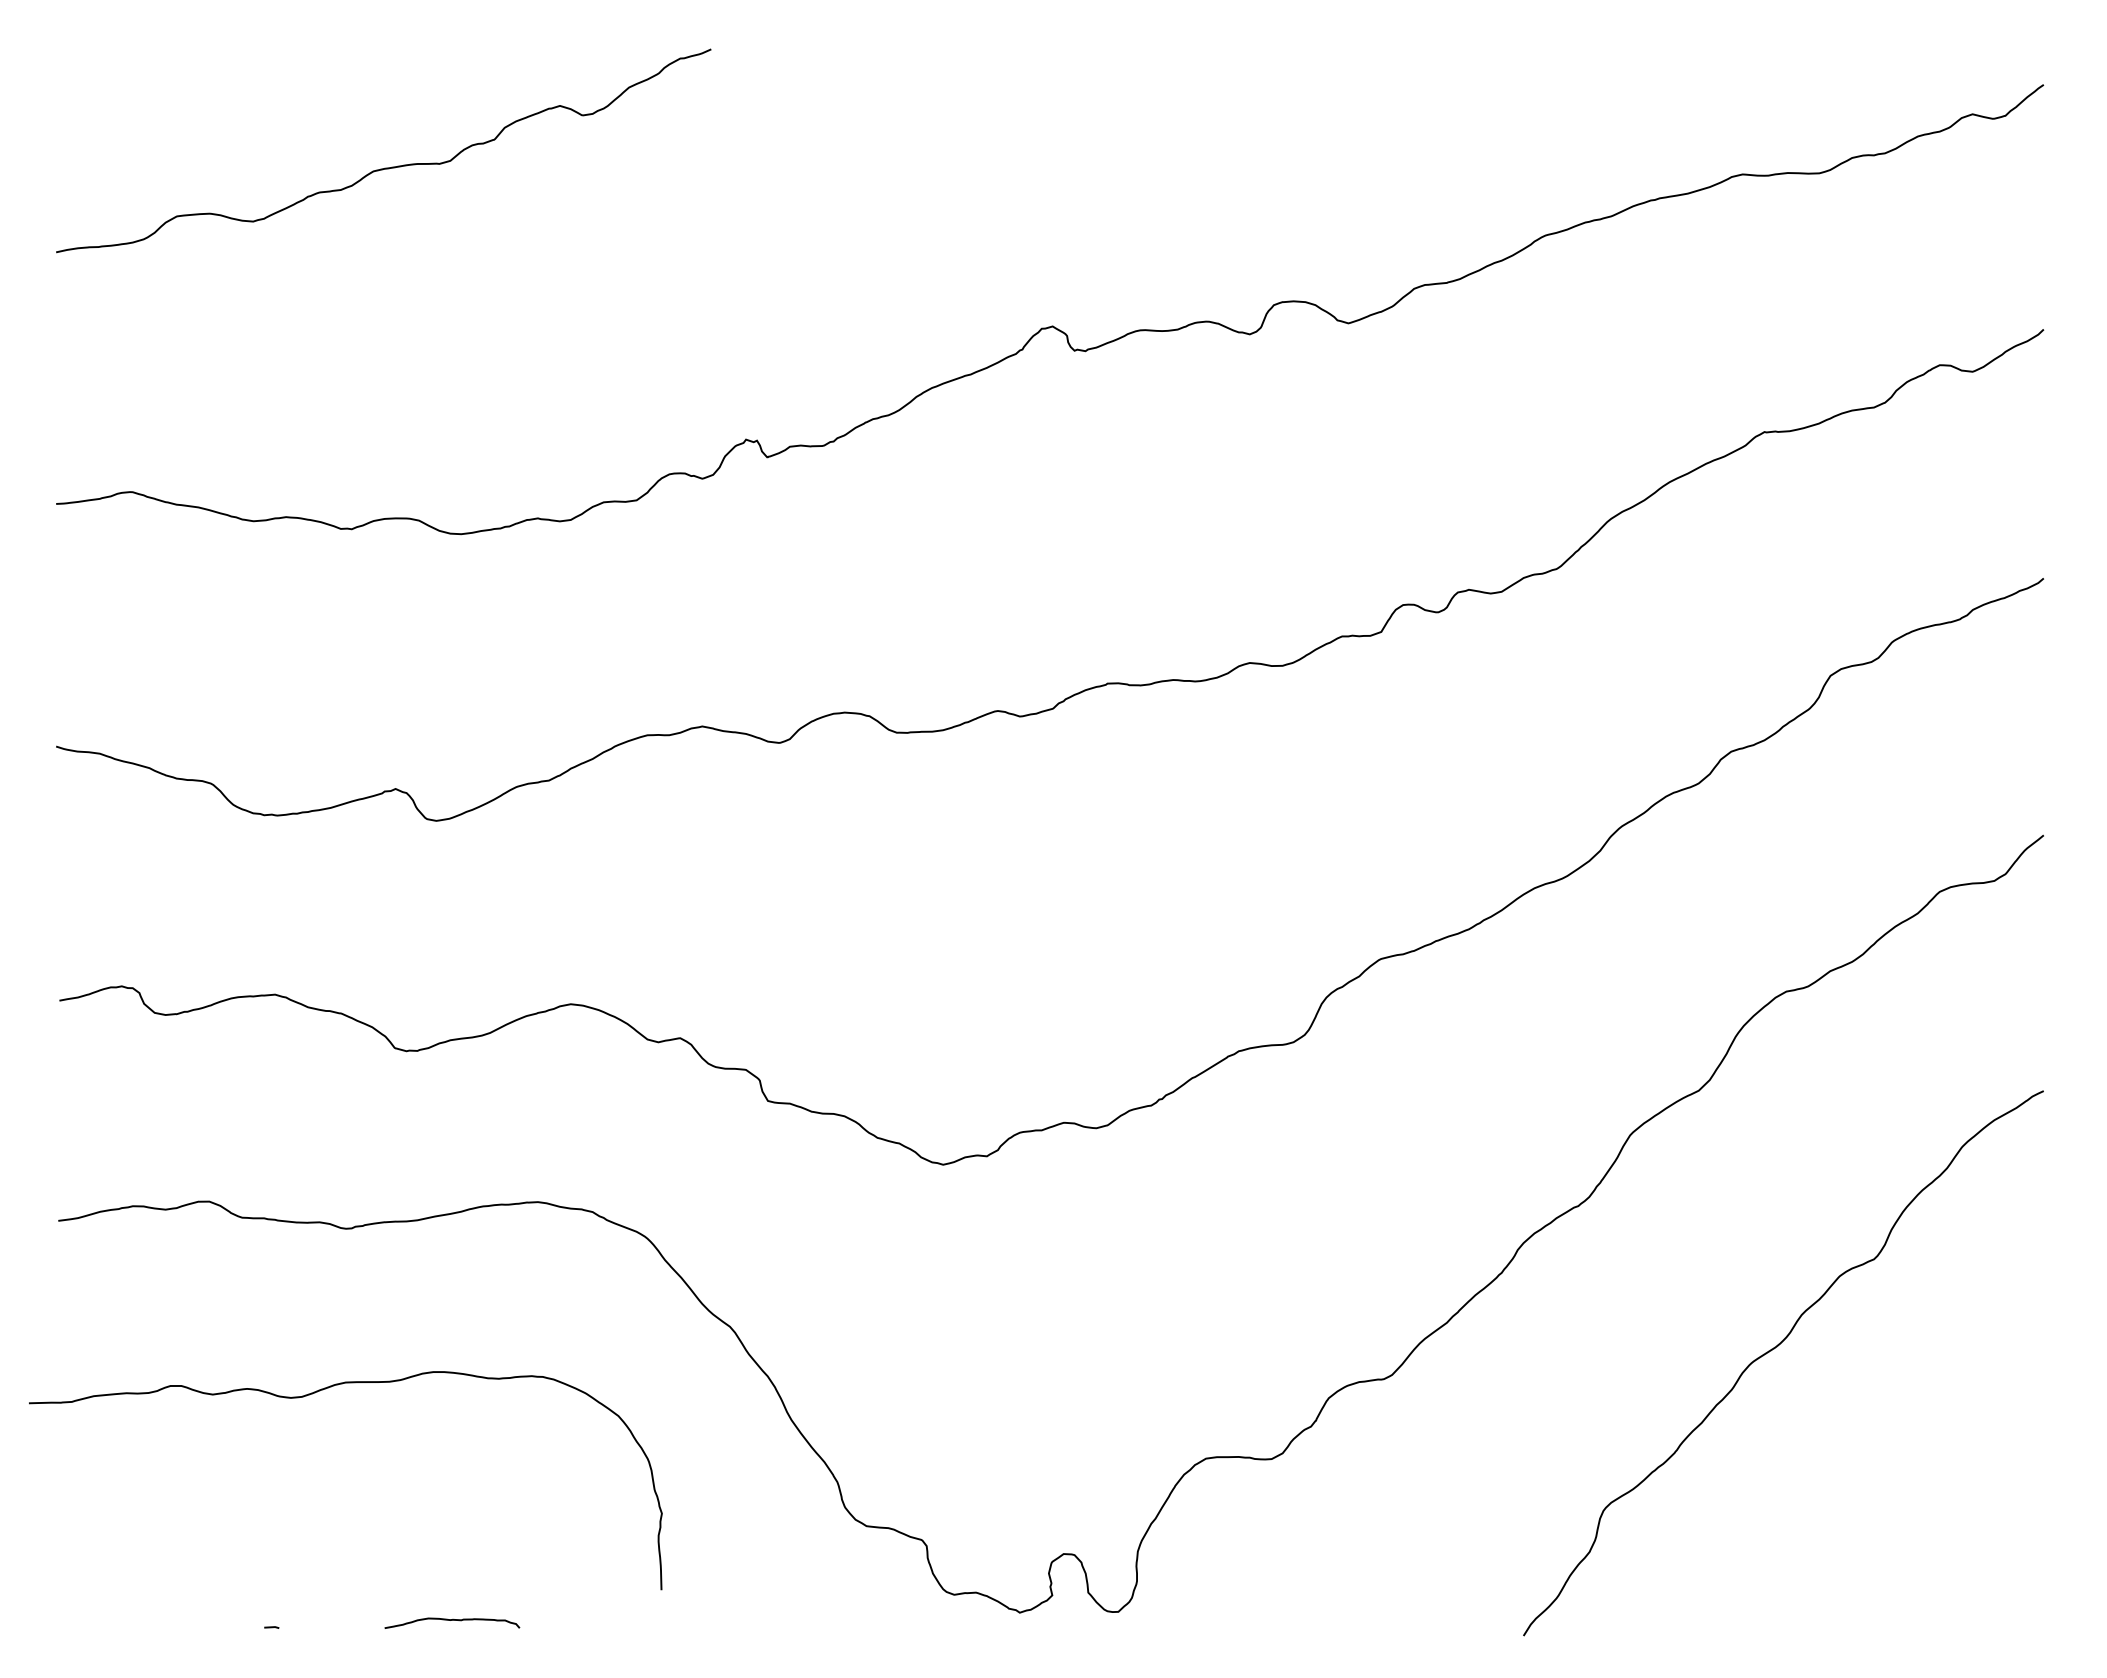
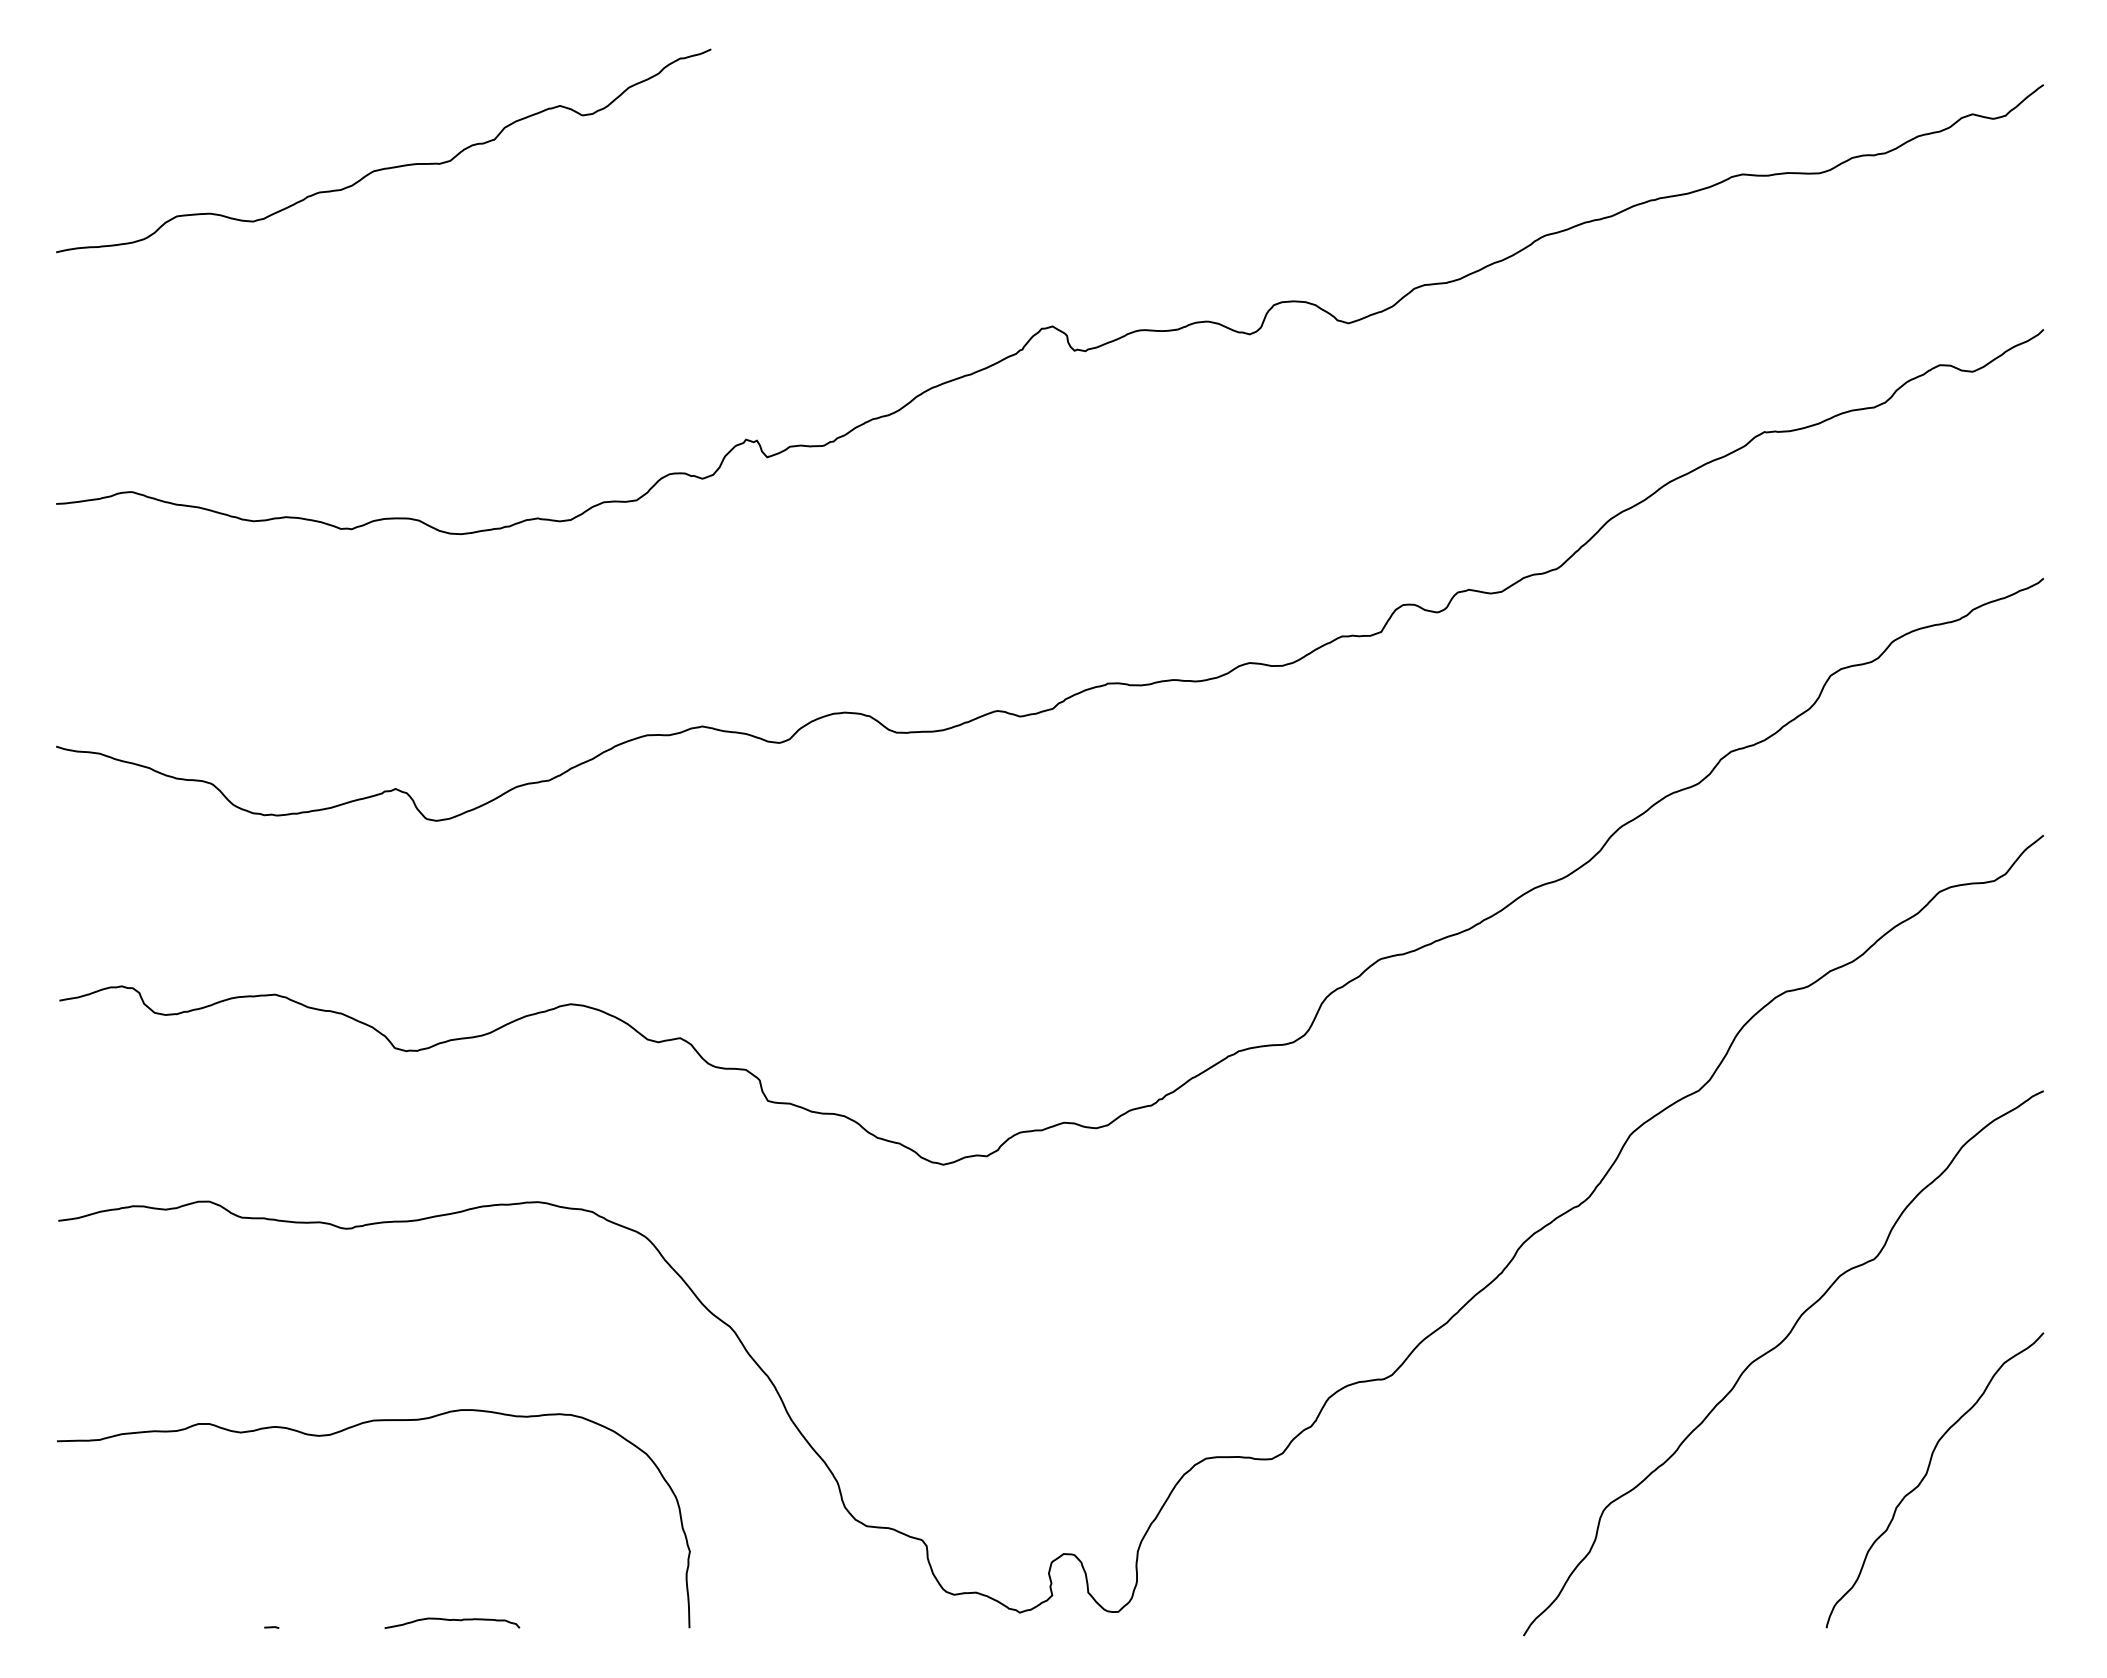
curve at (315, 1393) position: (315, 1393) -> (343, 1431)
curve at (1927, 1474): none -> present
